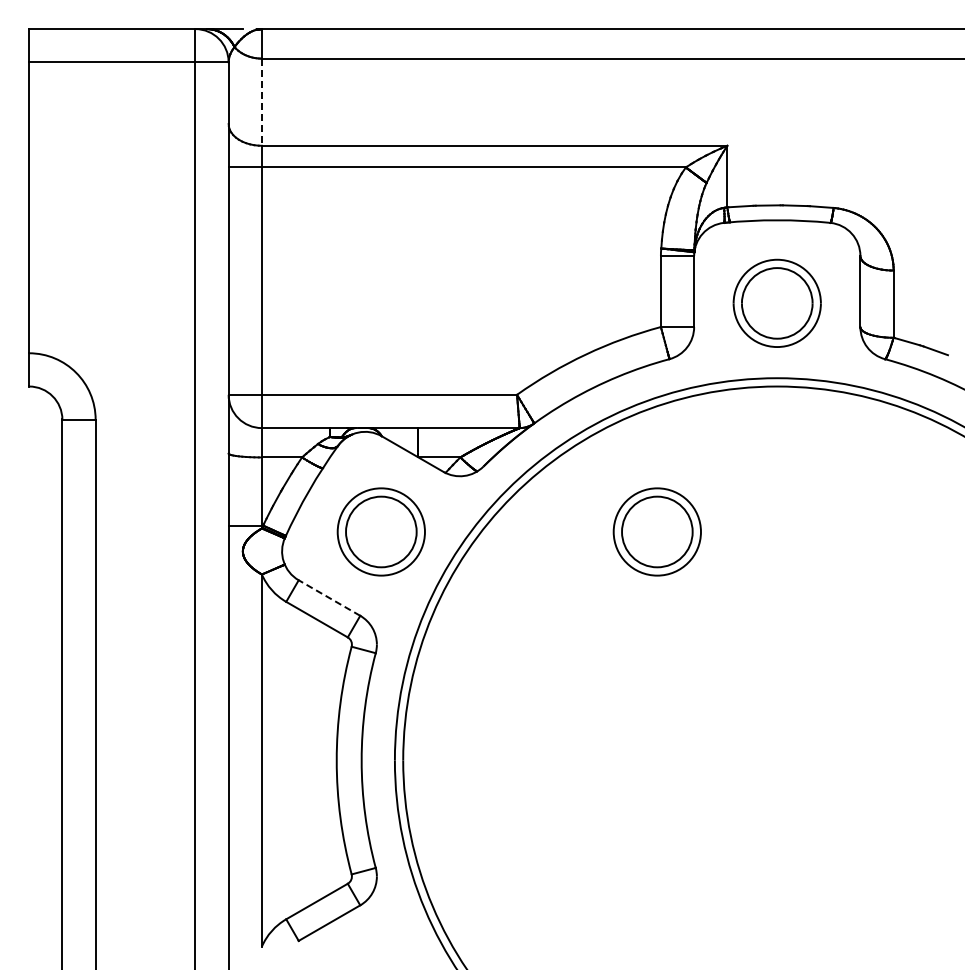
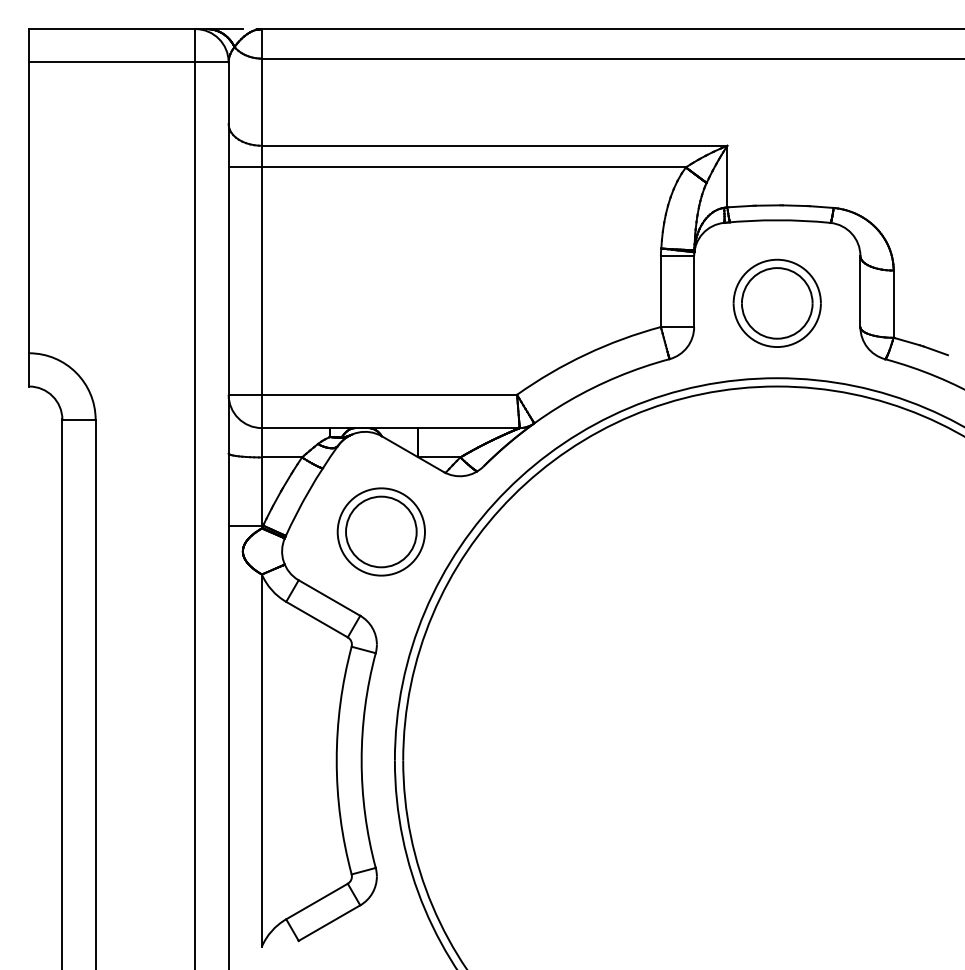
line at (261, 102): dashed -> solid
part at (656, 531): present -> none
line at (329, 598): dashed -> solid
